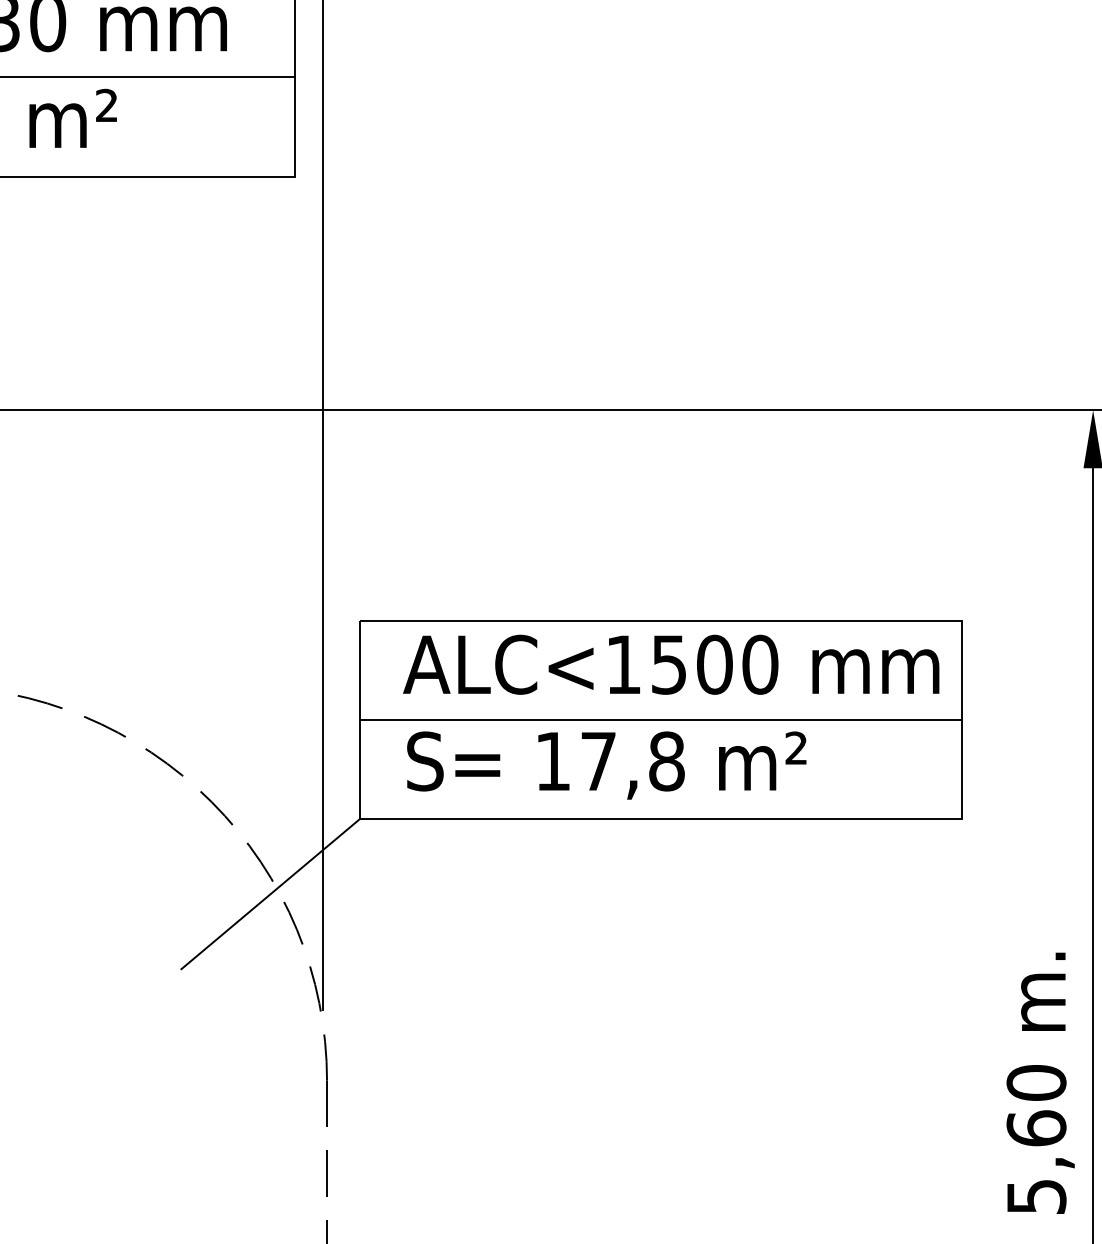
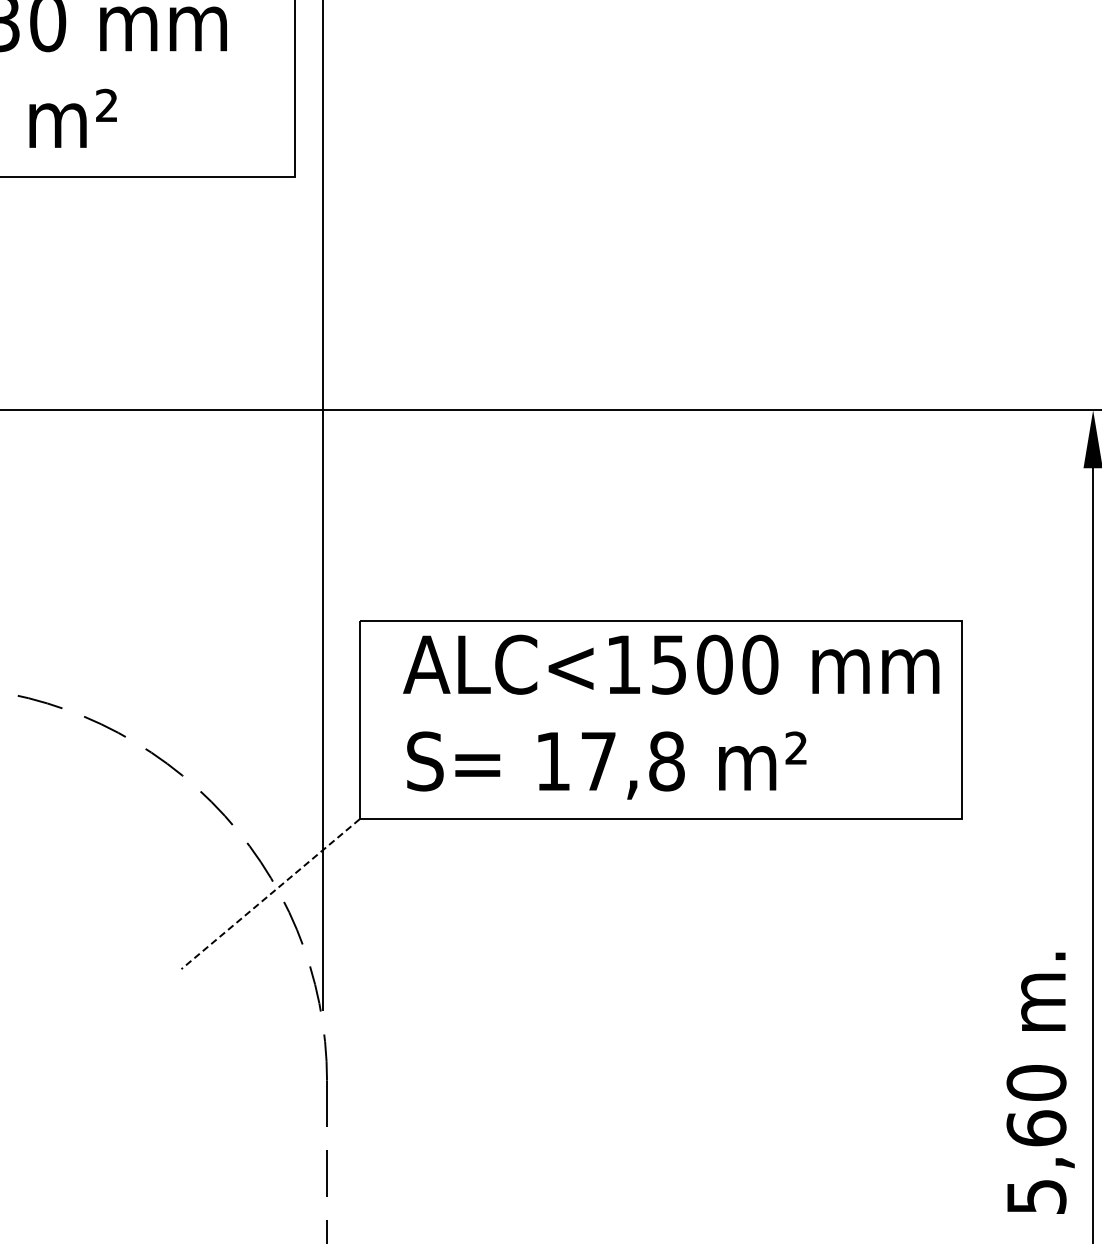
line at (148, 77): present -> none
line at (660, 719): present -> none
line at (270, 894): solid -> dashed
